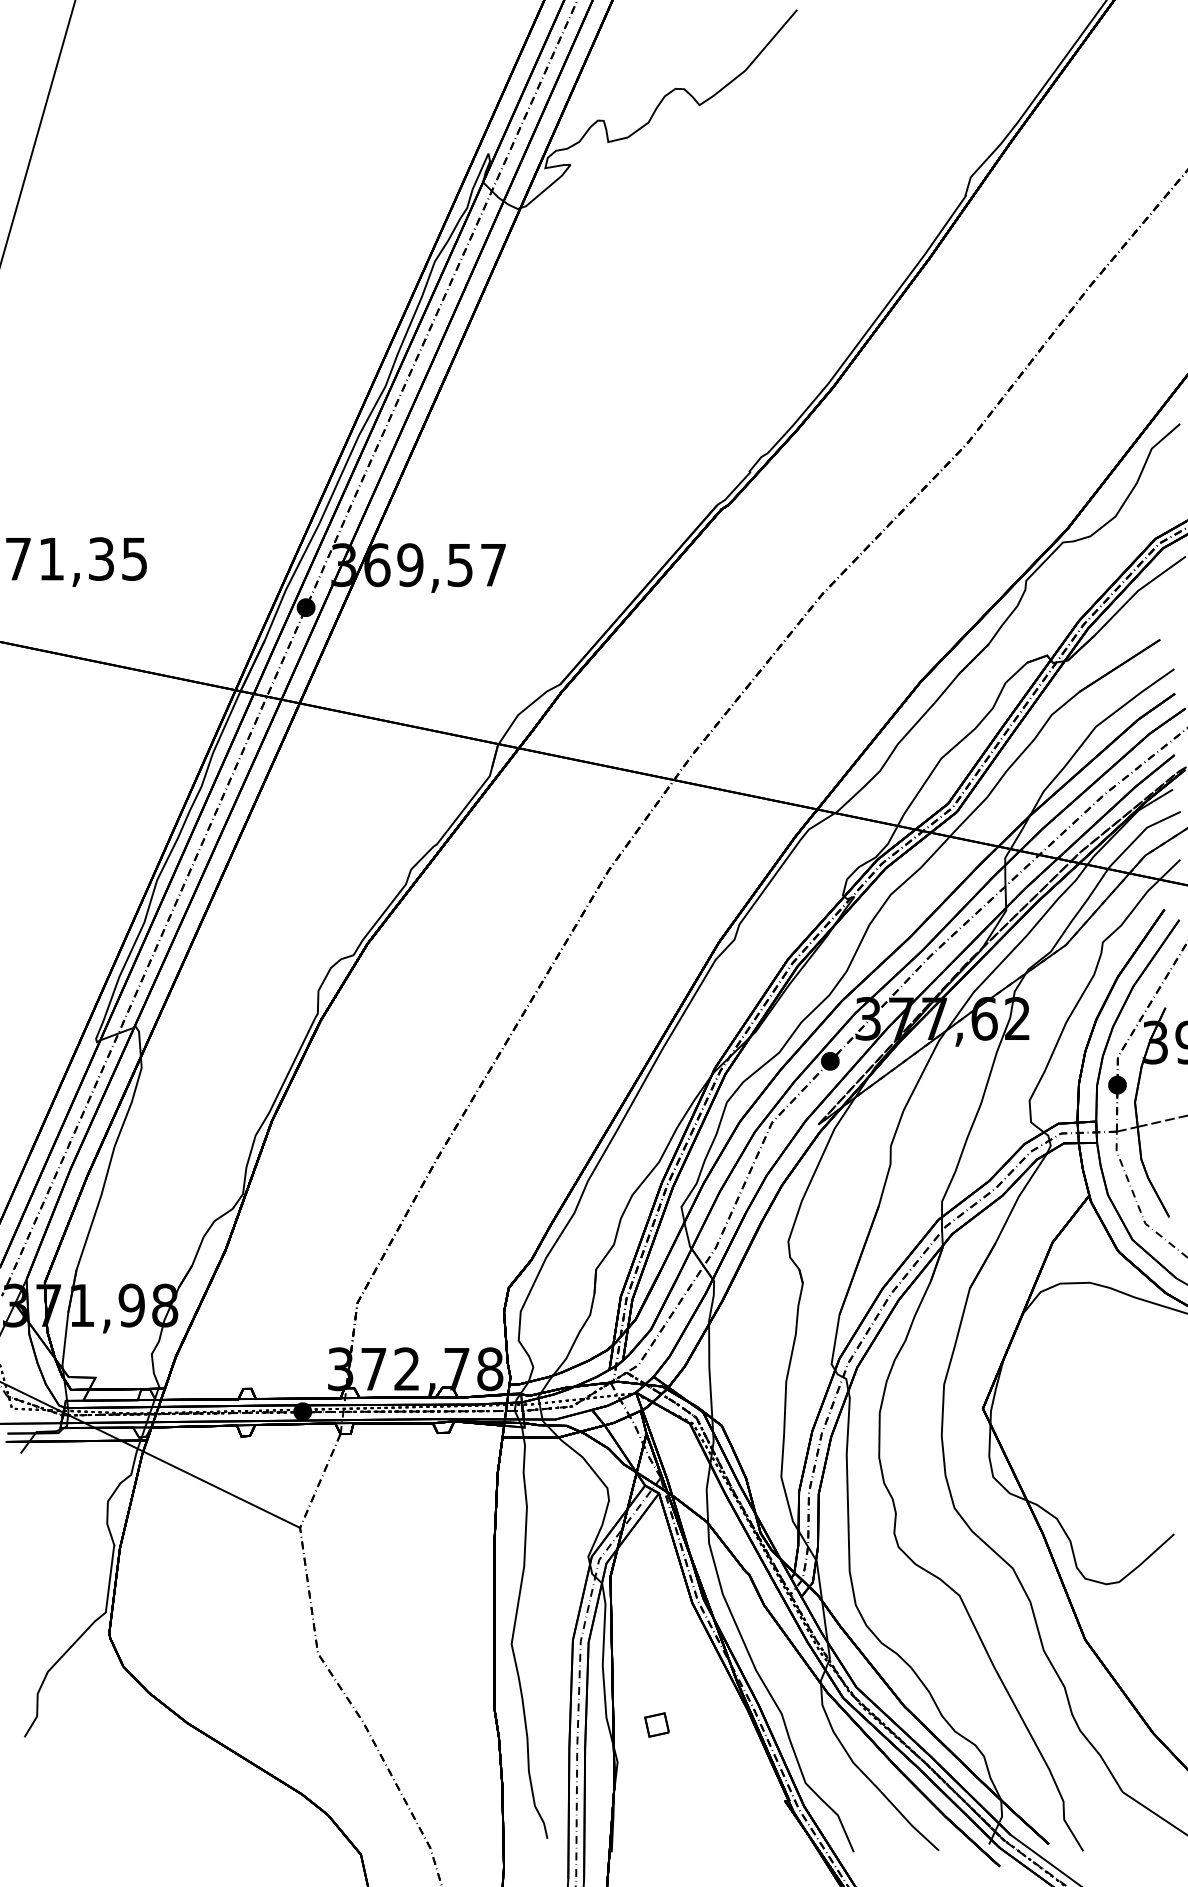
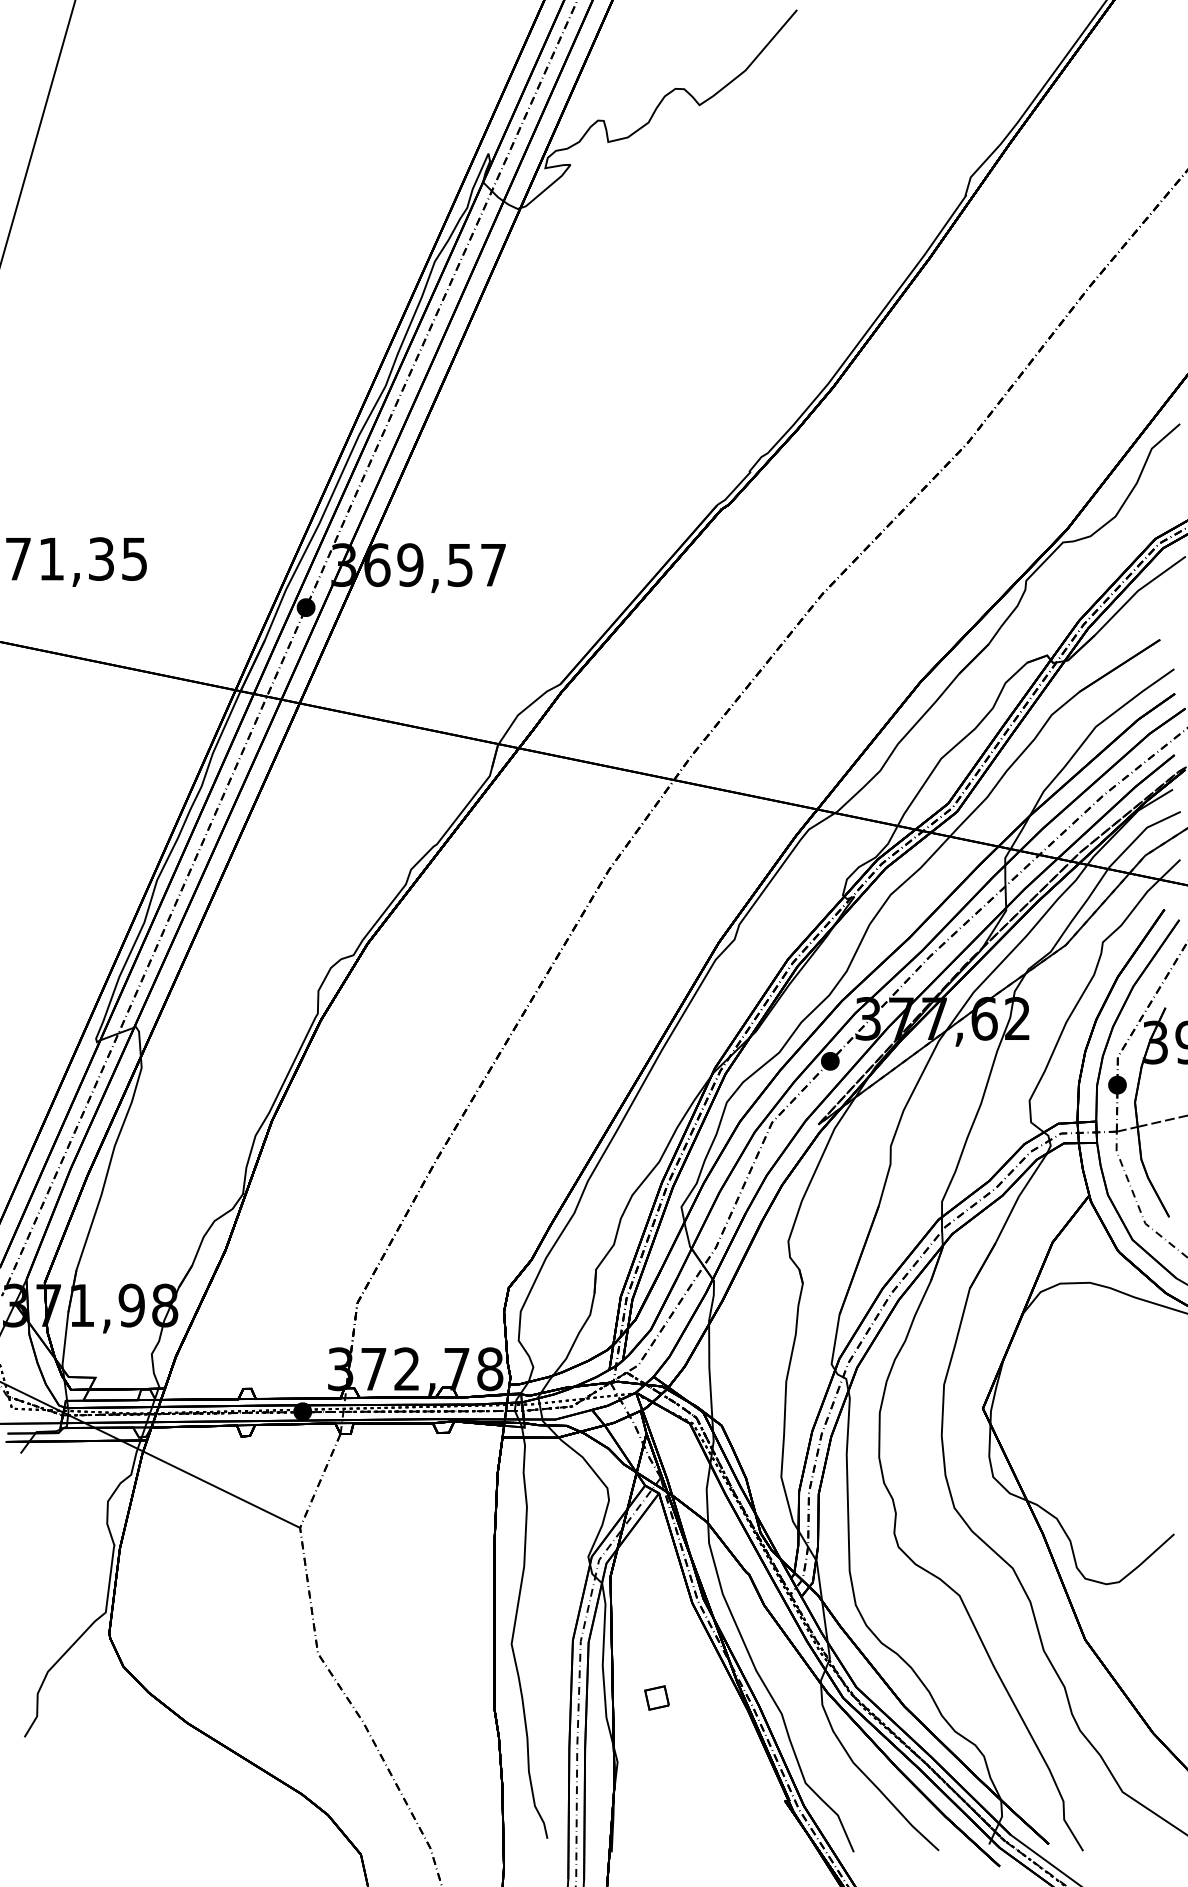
part at (656, 1724) position: (656, 1724) -> (656, 1697)
